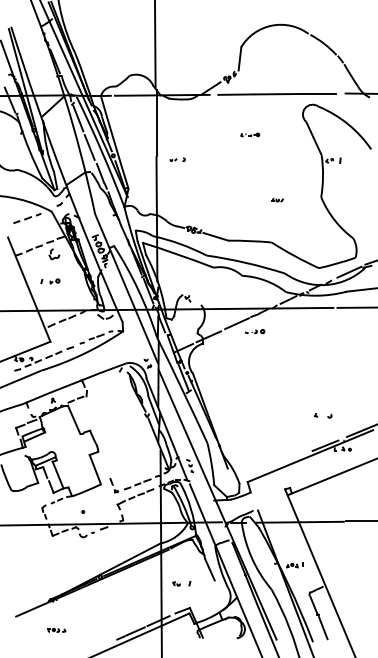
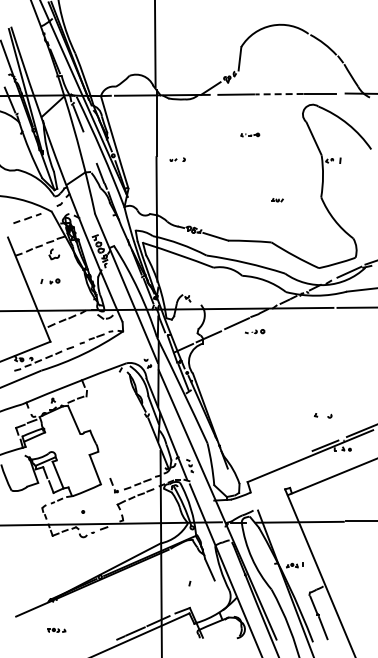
line at (278, 94): solid -> dashed
line at (89, 147): present -> none
part at (176, 583): present -> none
